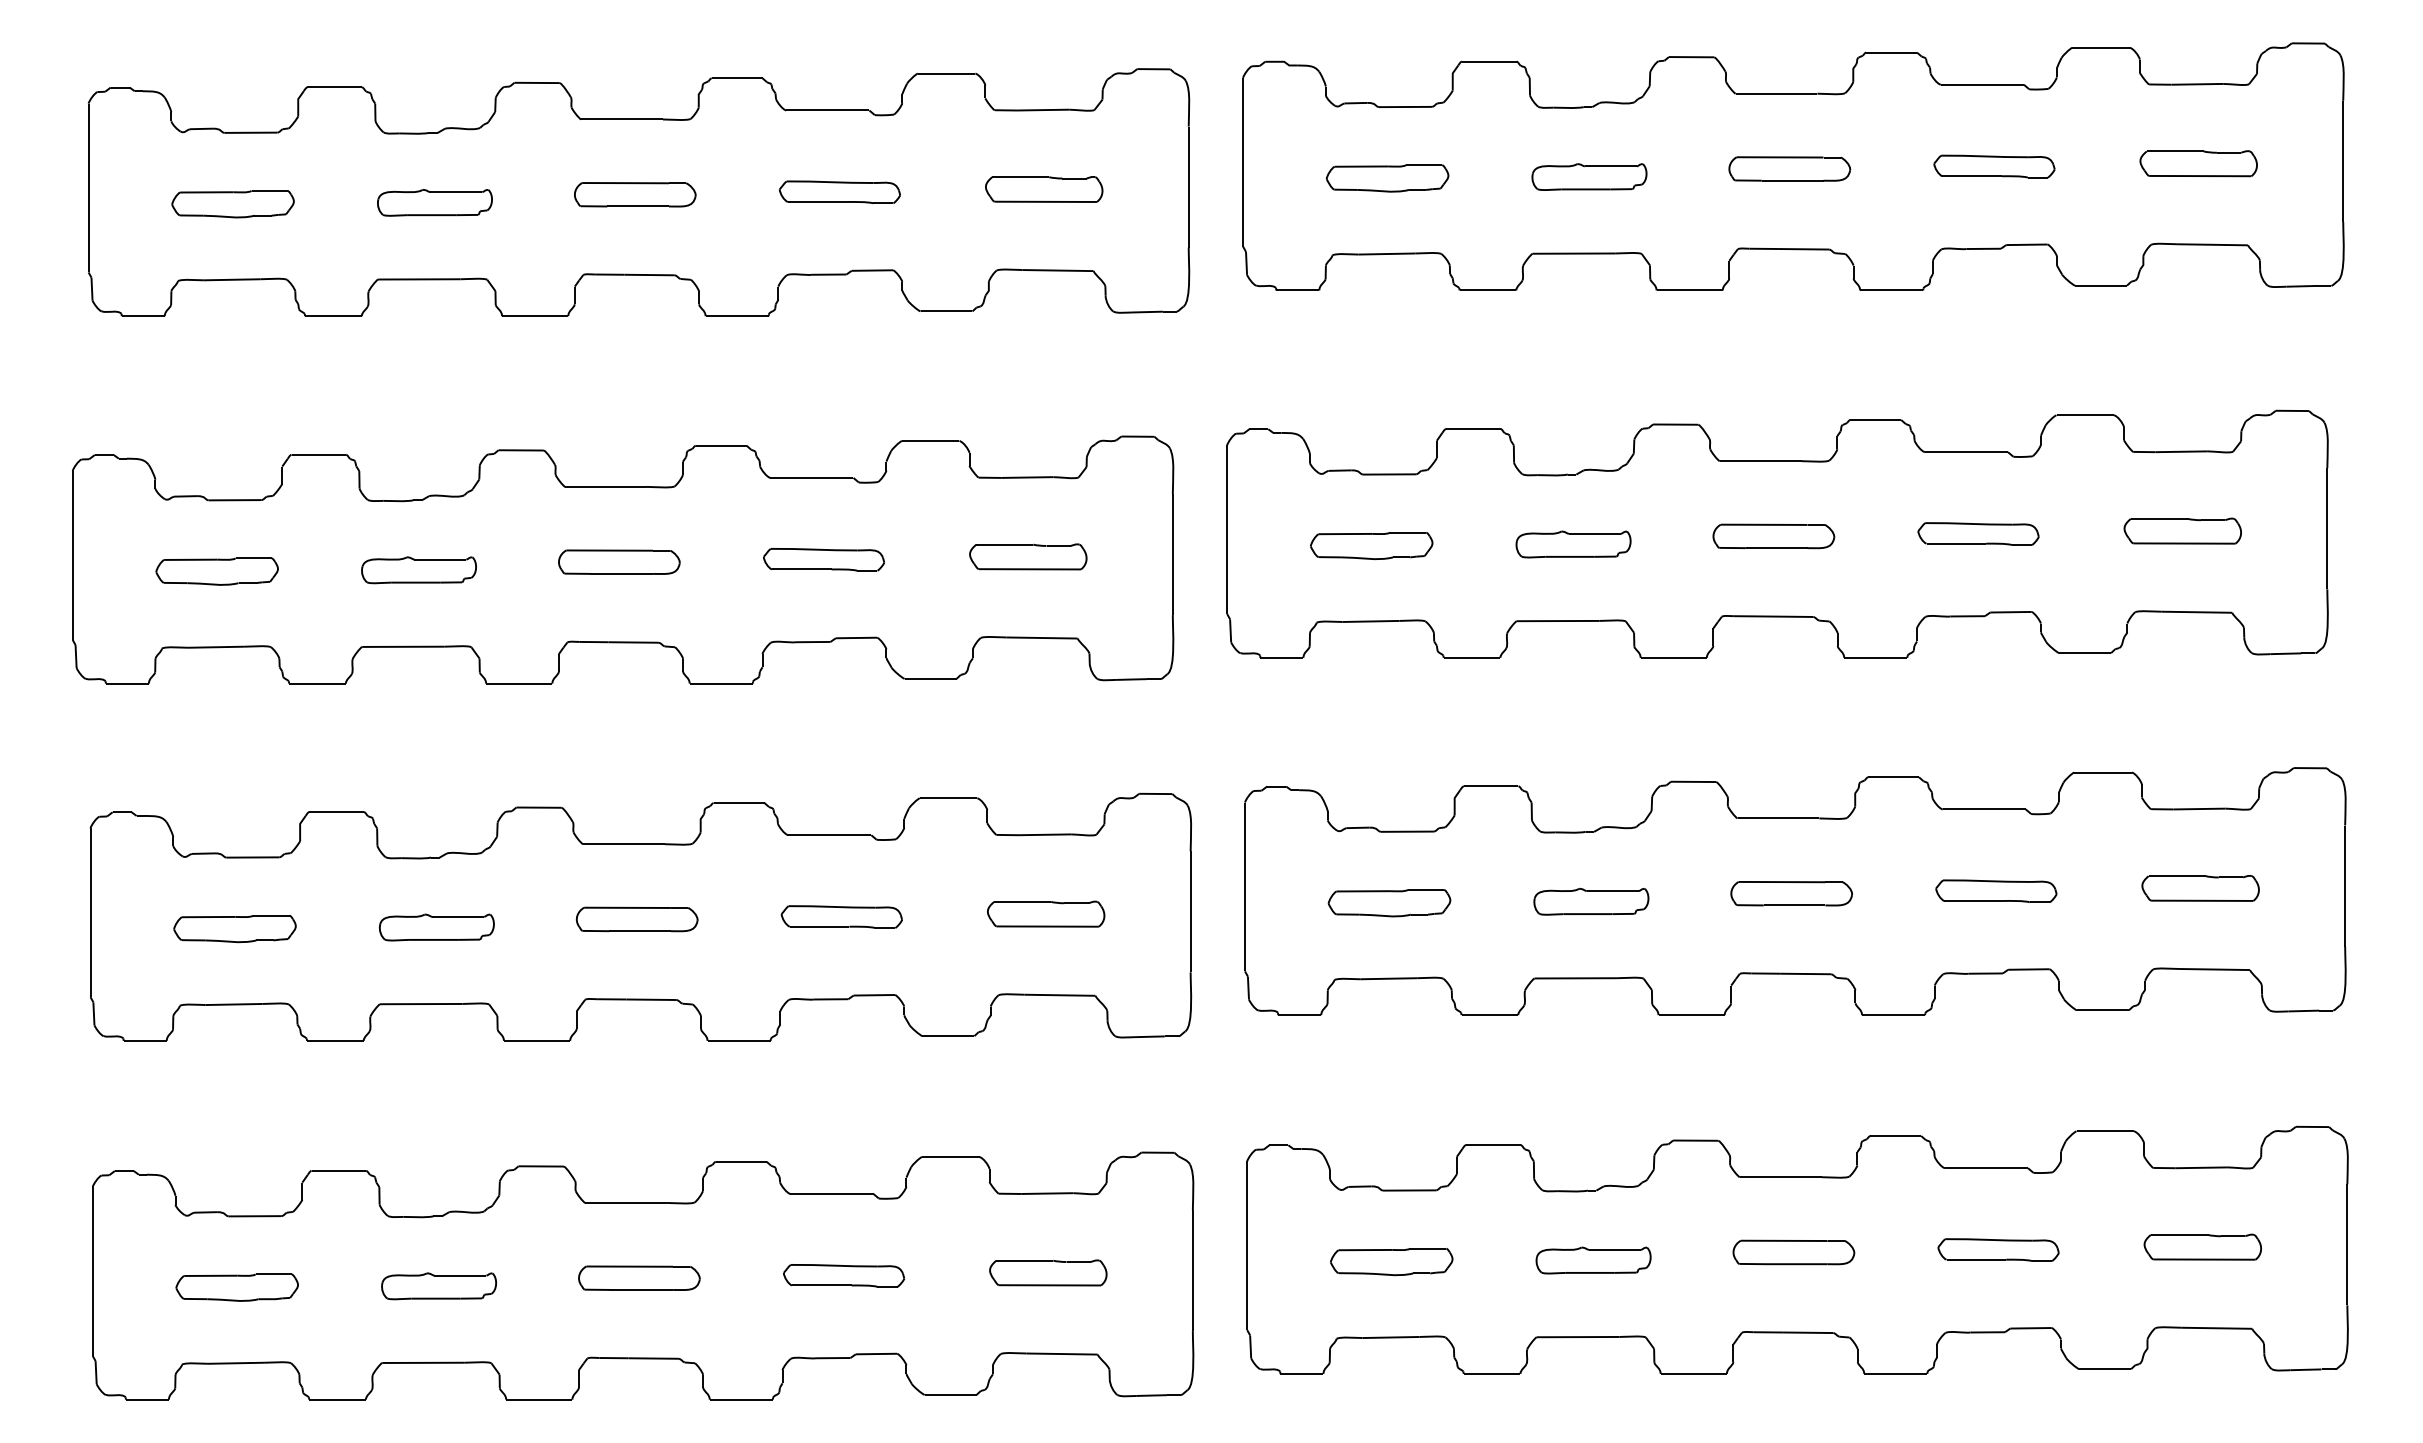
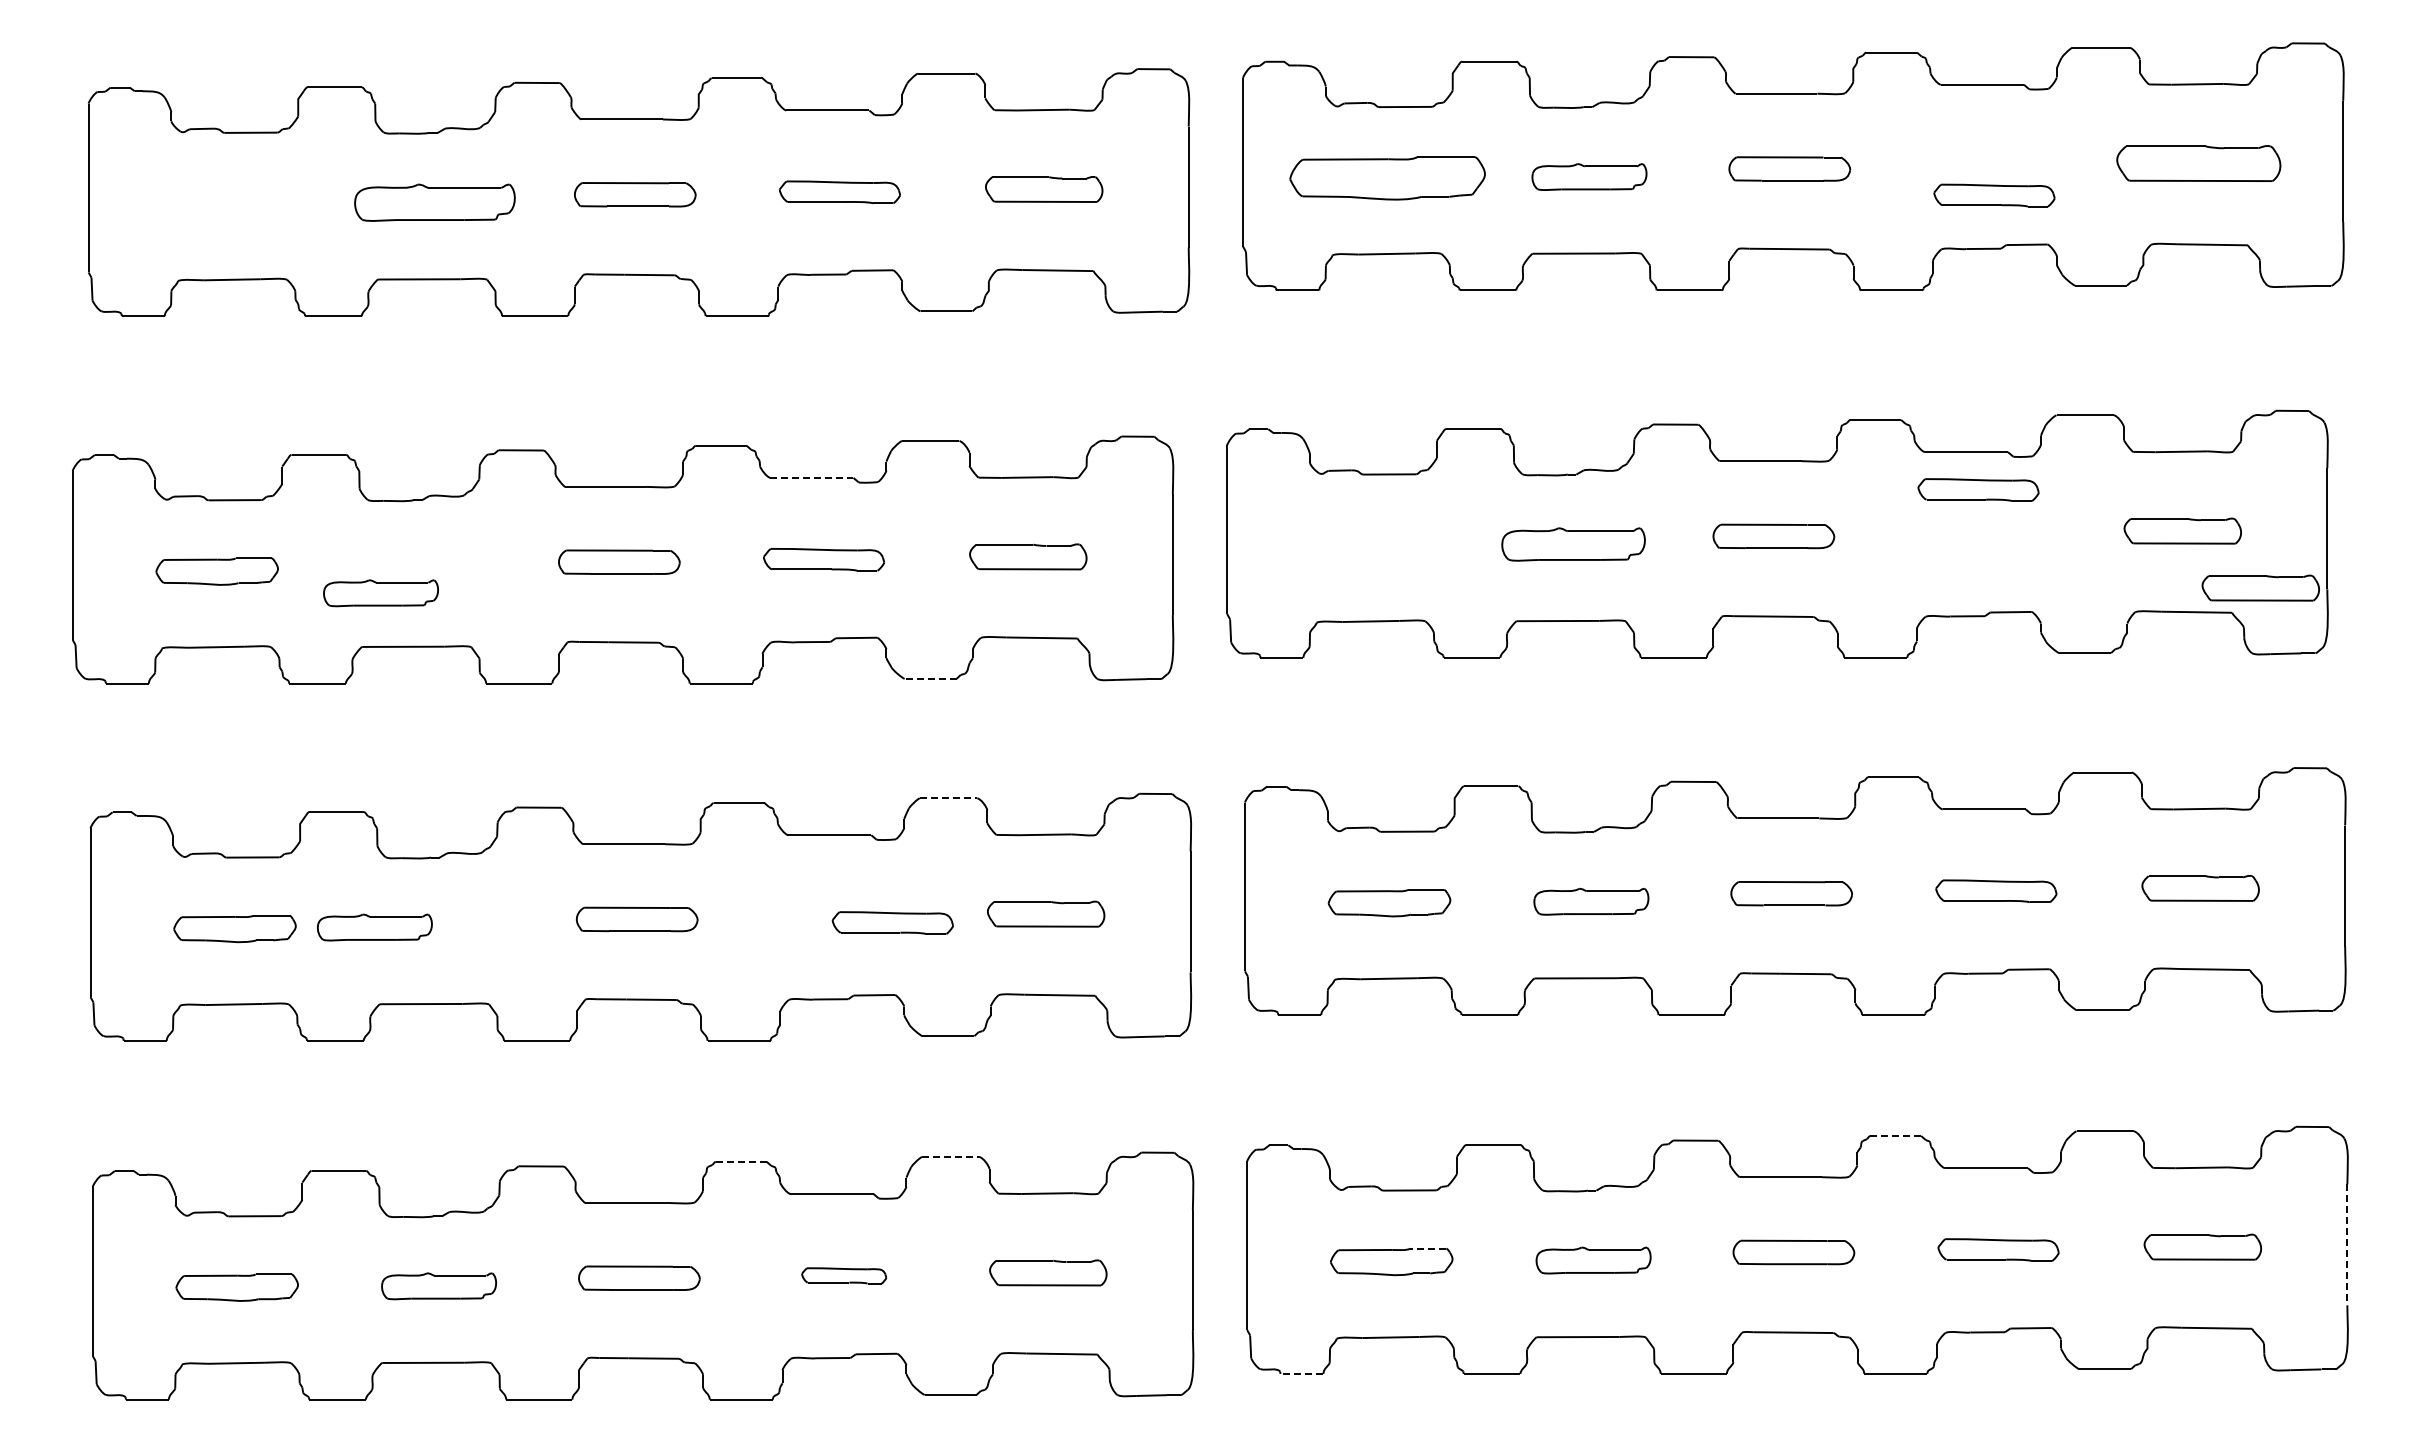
part at (2198, 163) size: 119x28 px -> 166x37 px
part at (1994, 166) position: (1994, 166) -> (1994, 195)
part at (1387, 178) size: 125x29 px -> 197x45 px
part at (434, 202) size: 116x28 px -> 162x39 px
part at (232, 204): present -> none
line at (811, 477): solid -> dashed
part at (1978, 533) position: (1978, 533) -> (1978, 489)
part at (1573, 544) size: 117x29 px -> 145x35 px
part at (1371, 546): present -> none
part at (418, 570) position: (418, 570) -> (380, 593)
part at (2260, 587): none -> present
line at (931, 678): solid -> dashed
line at (948, 798): solid -> dashed
part at (841, 916) position: (841, 916) -> (892, 922)
part at (436, 927) position: (436, 927) -> (374, 927)
line at (1895, 1136): solid -> dashed
line at (950, 1157): solid -> dashed
line at (741, 1161): solid -> dashed
line at (2347, 1244): solid -> dashed
line at (1427, 1248): solid -> dashed
part at (844, 1275) size: 123x24 px -> 87x18 px
line at (1301, 1373): solid -> dashed
